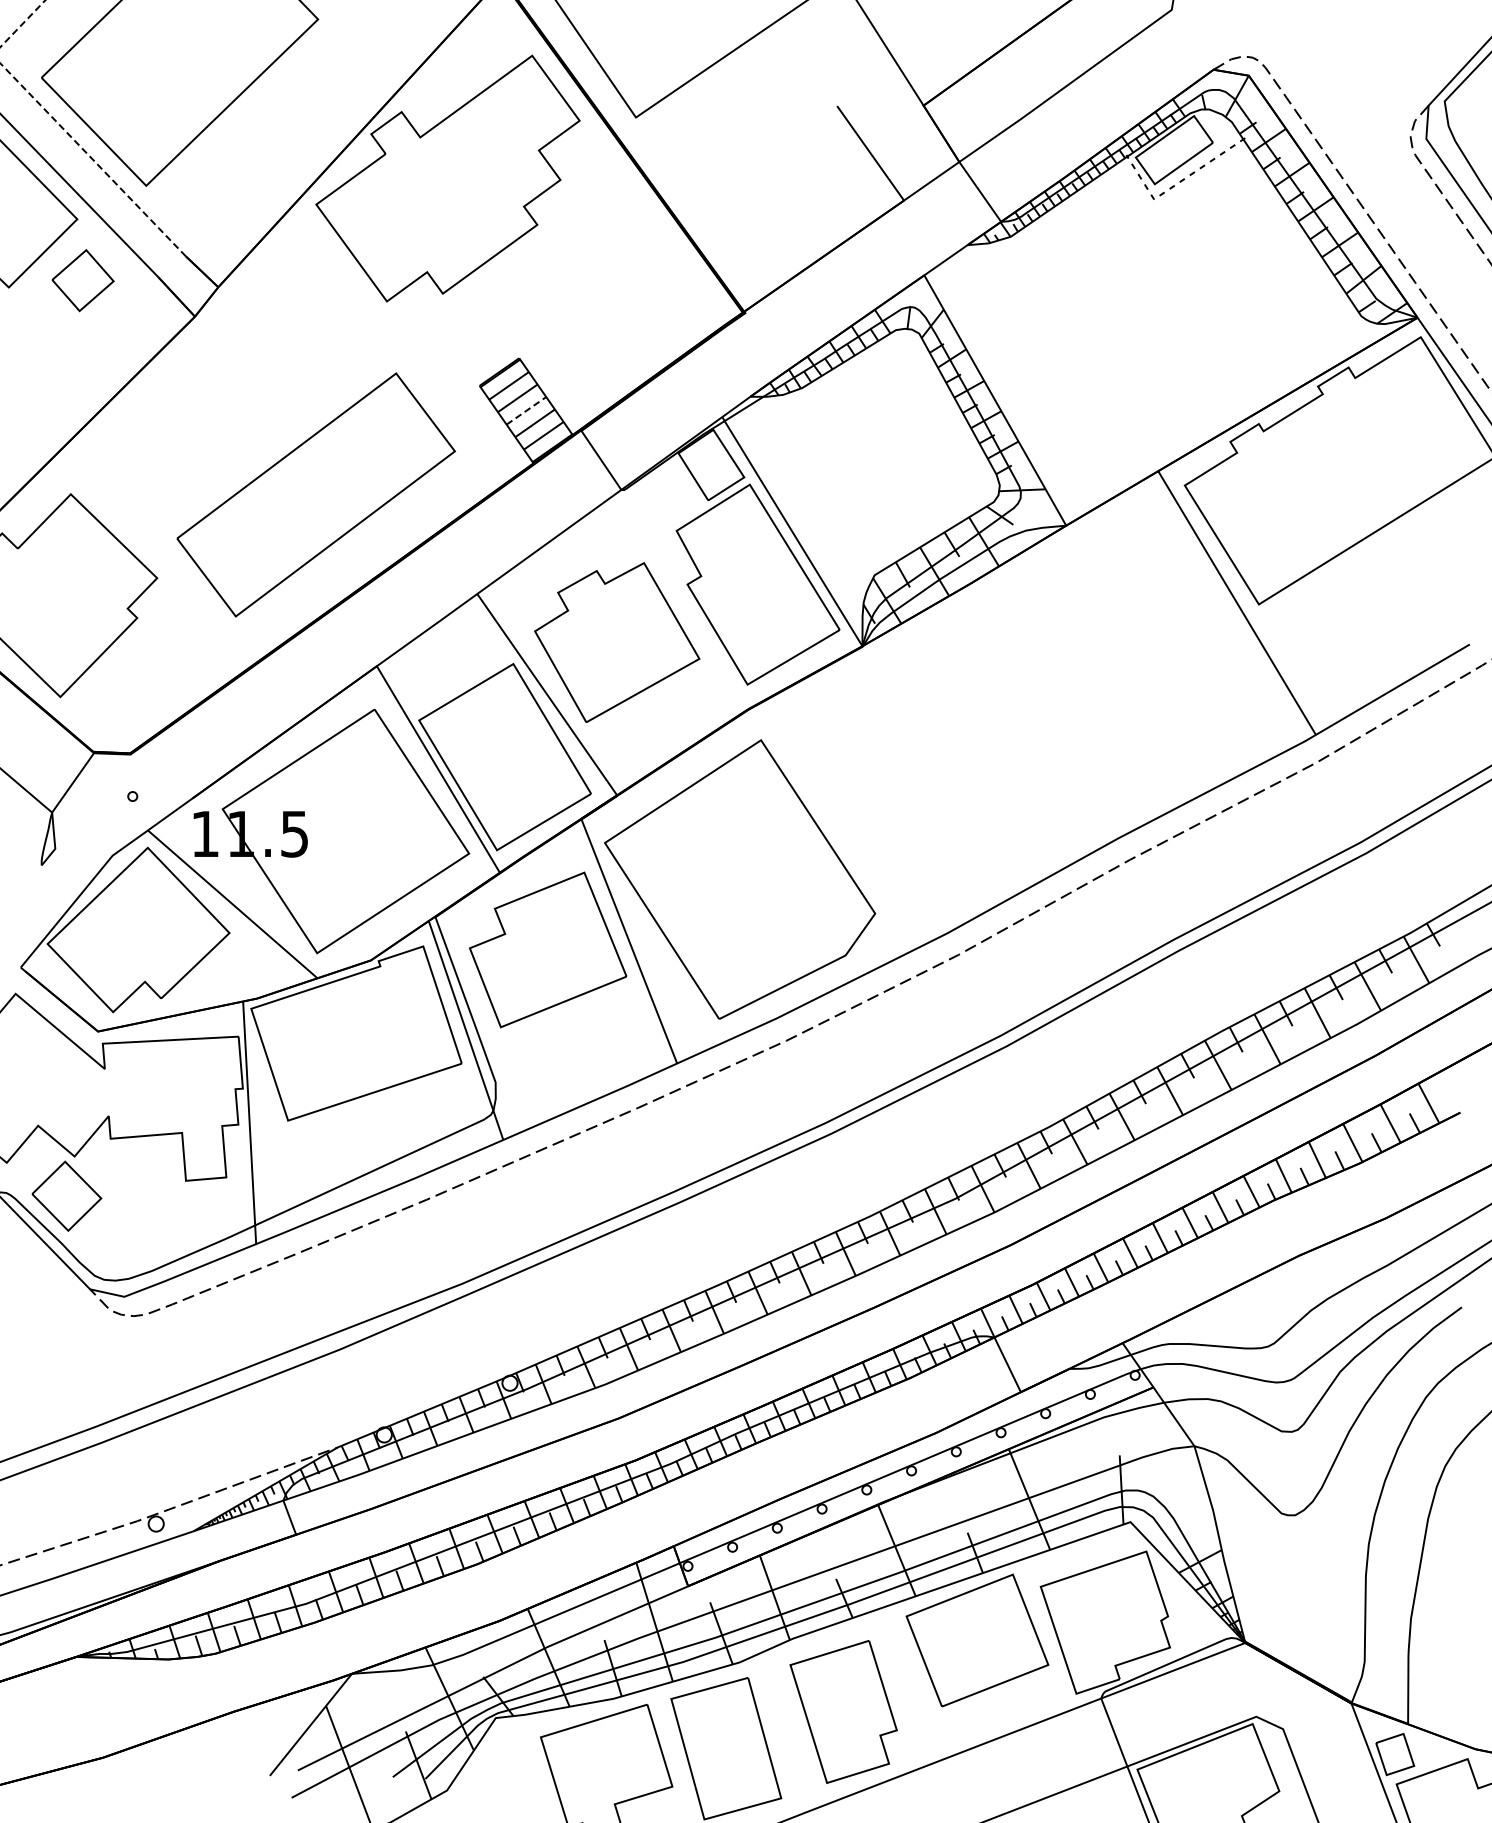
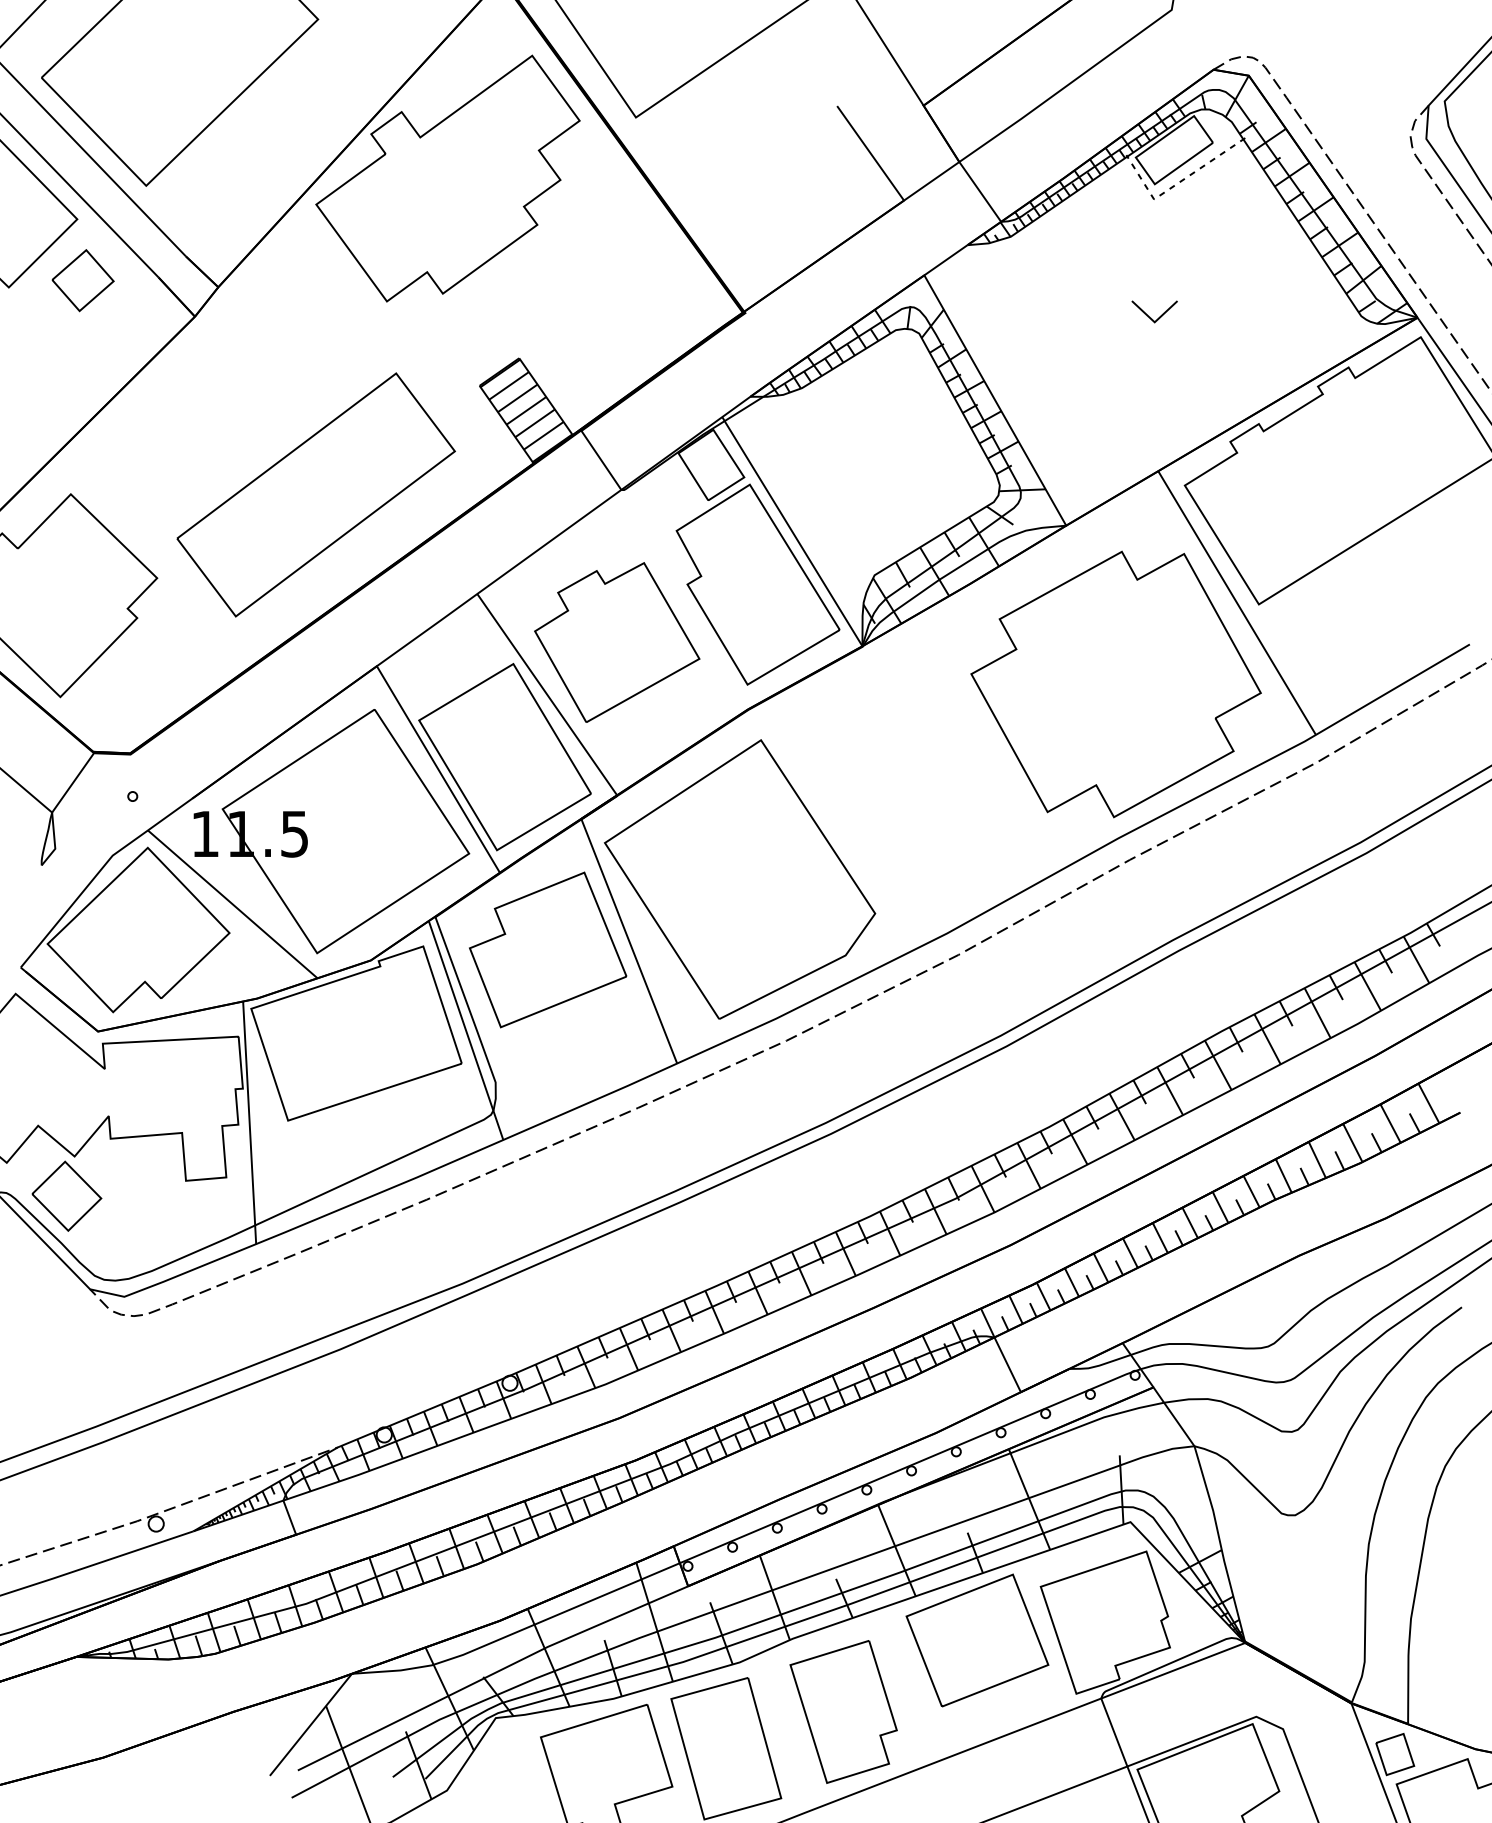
line at (69, 135): dashed -> solid
part at (1151, 317): none -> present
line at (526, 410): dashed -> solid
part at (1115, 684): none -> present
